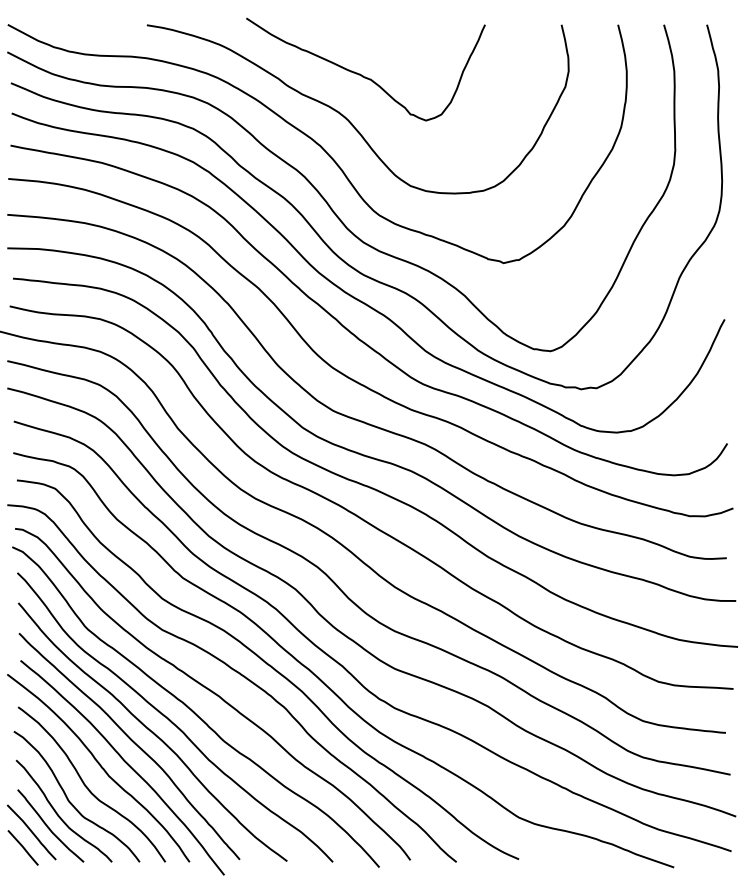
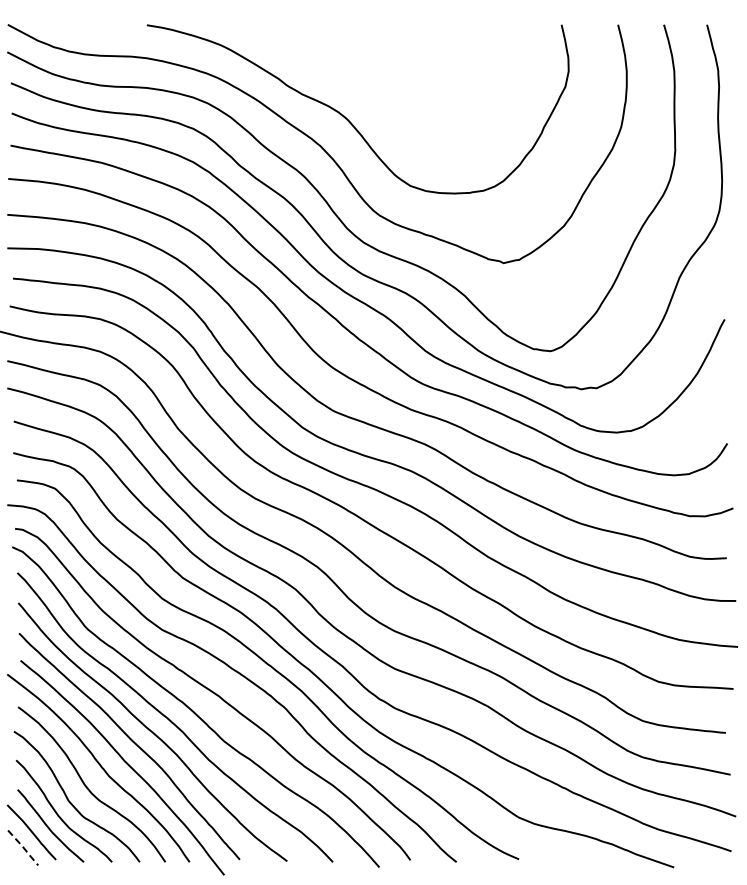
curve at (363, 75): present -> none
line at (23, 848): solid -> dashed
